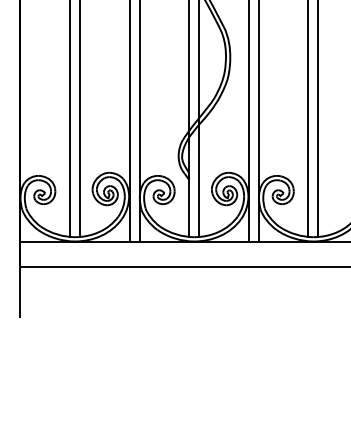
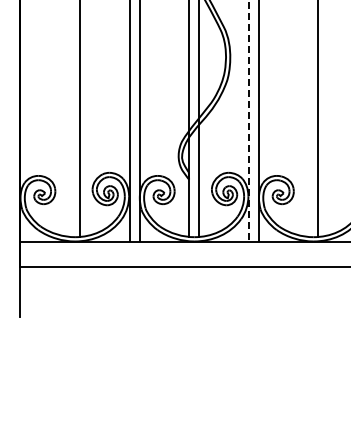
line at (69, 119): present -> none
line at (308, 119): present -> none
line at (248, 120): solid -> dashed
